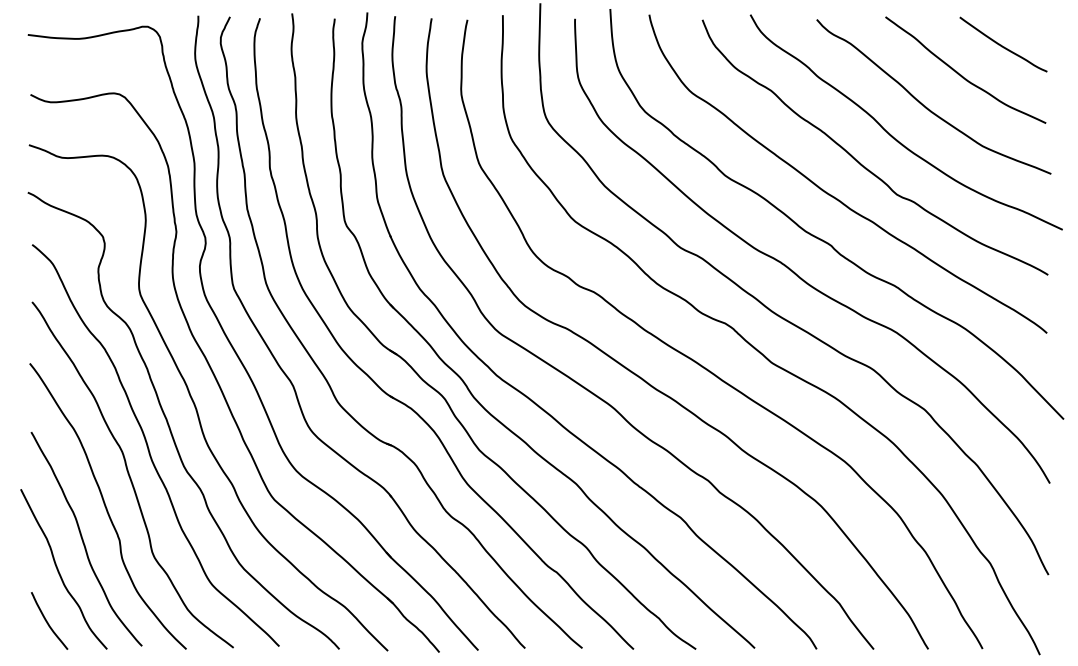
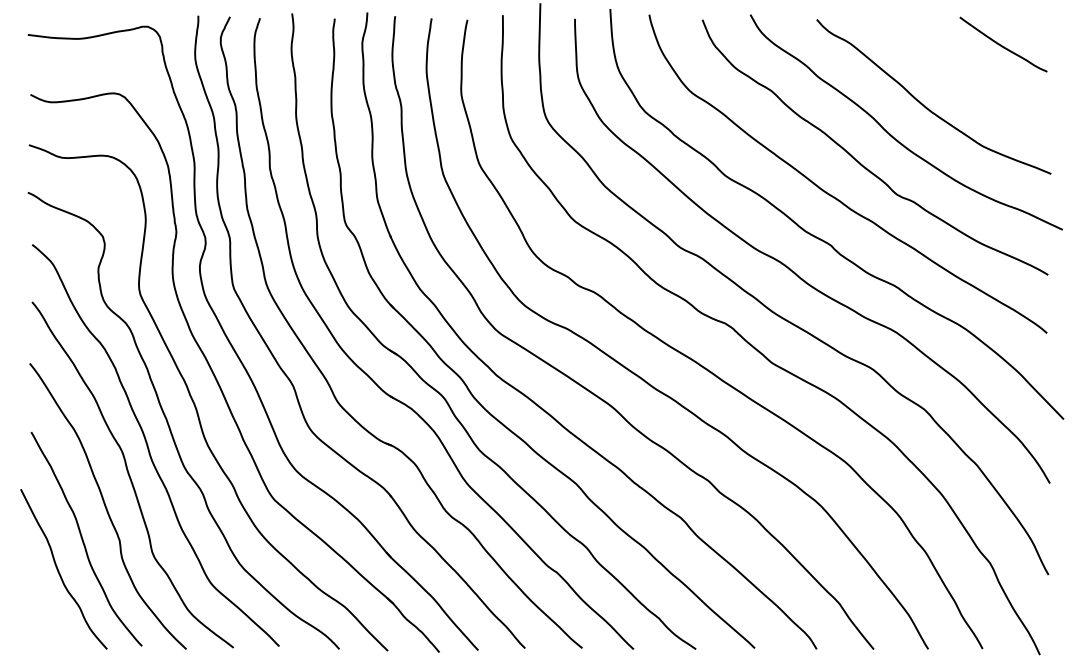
curve at (961, 74): present -> none
curve at (47, 620): present -> none
